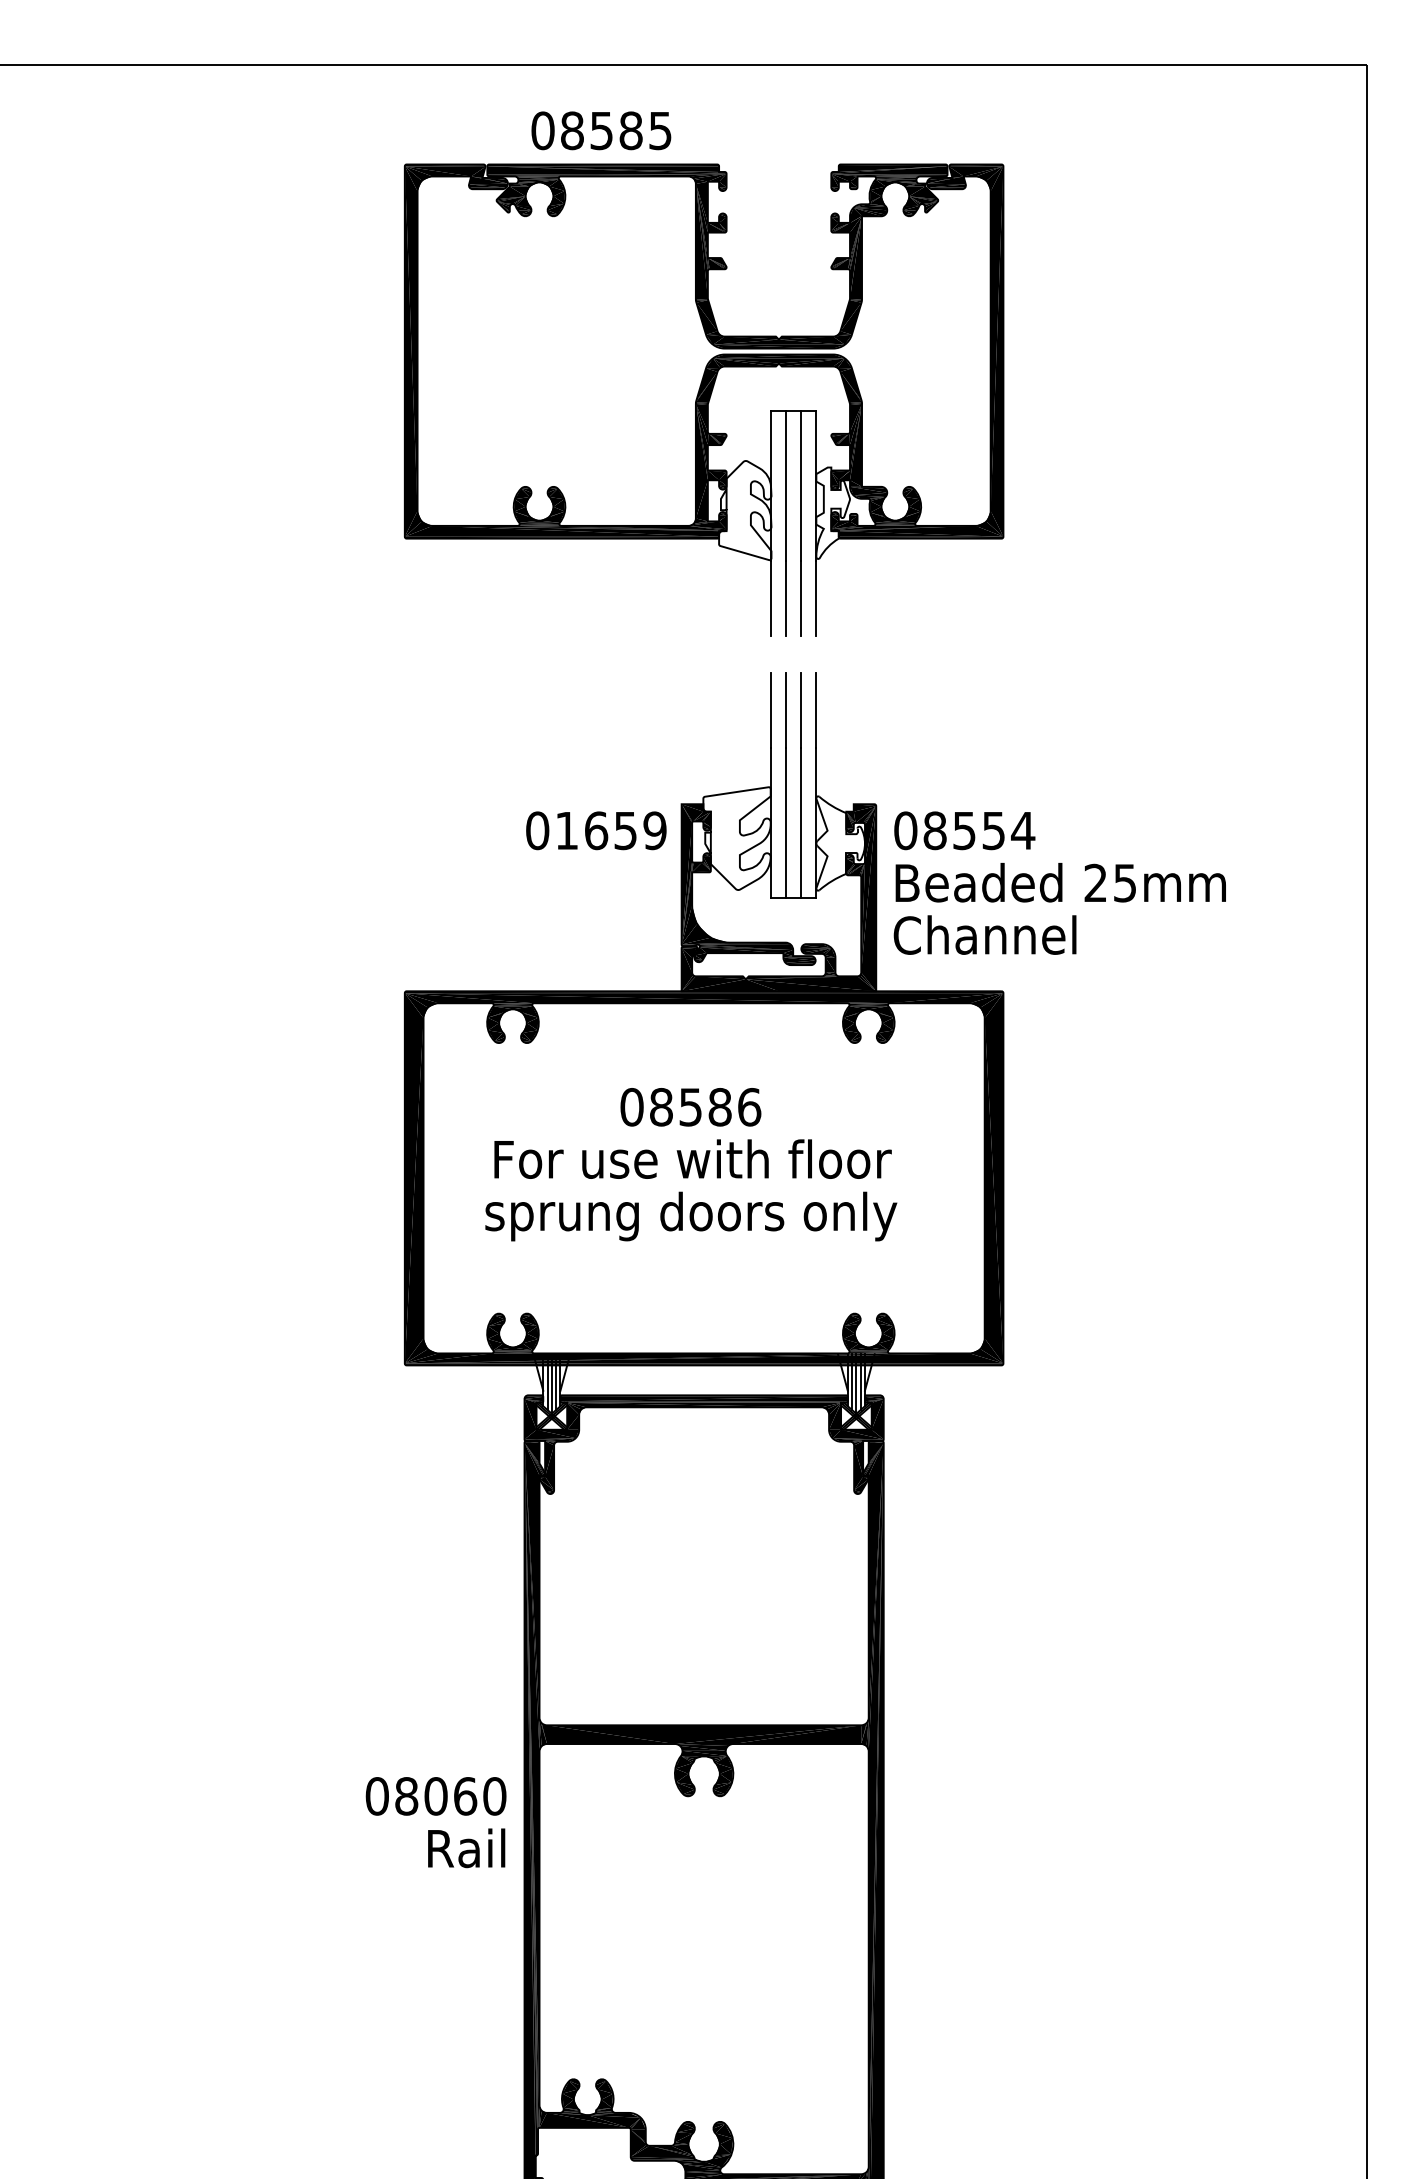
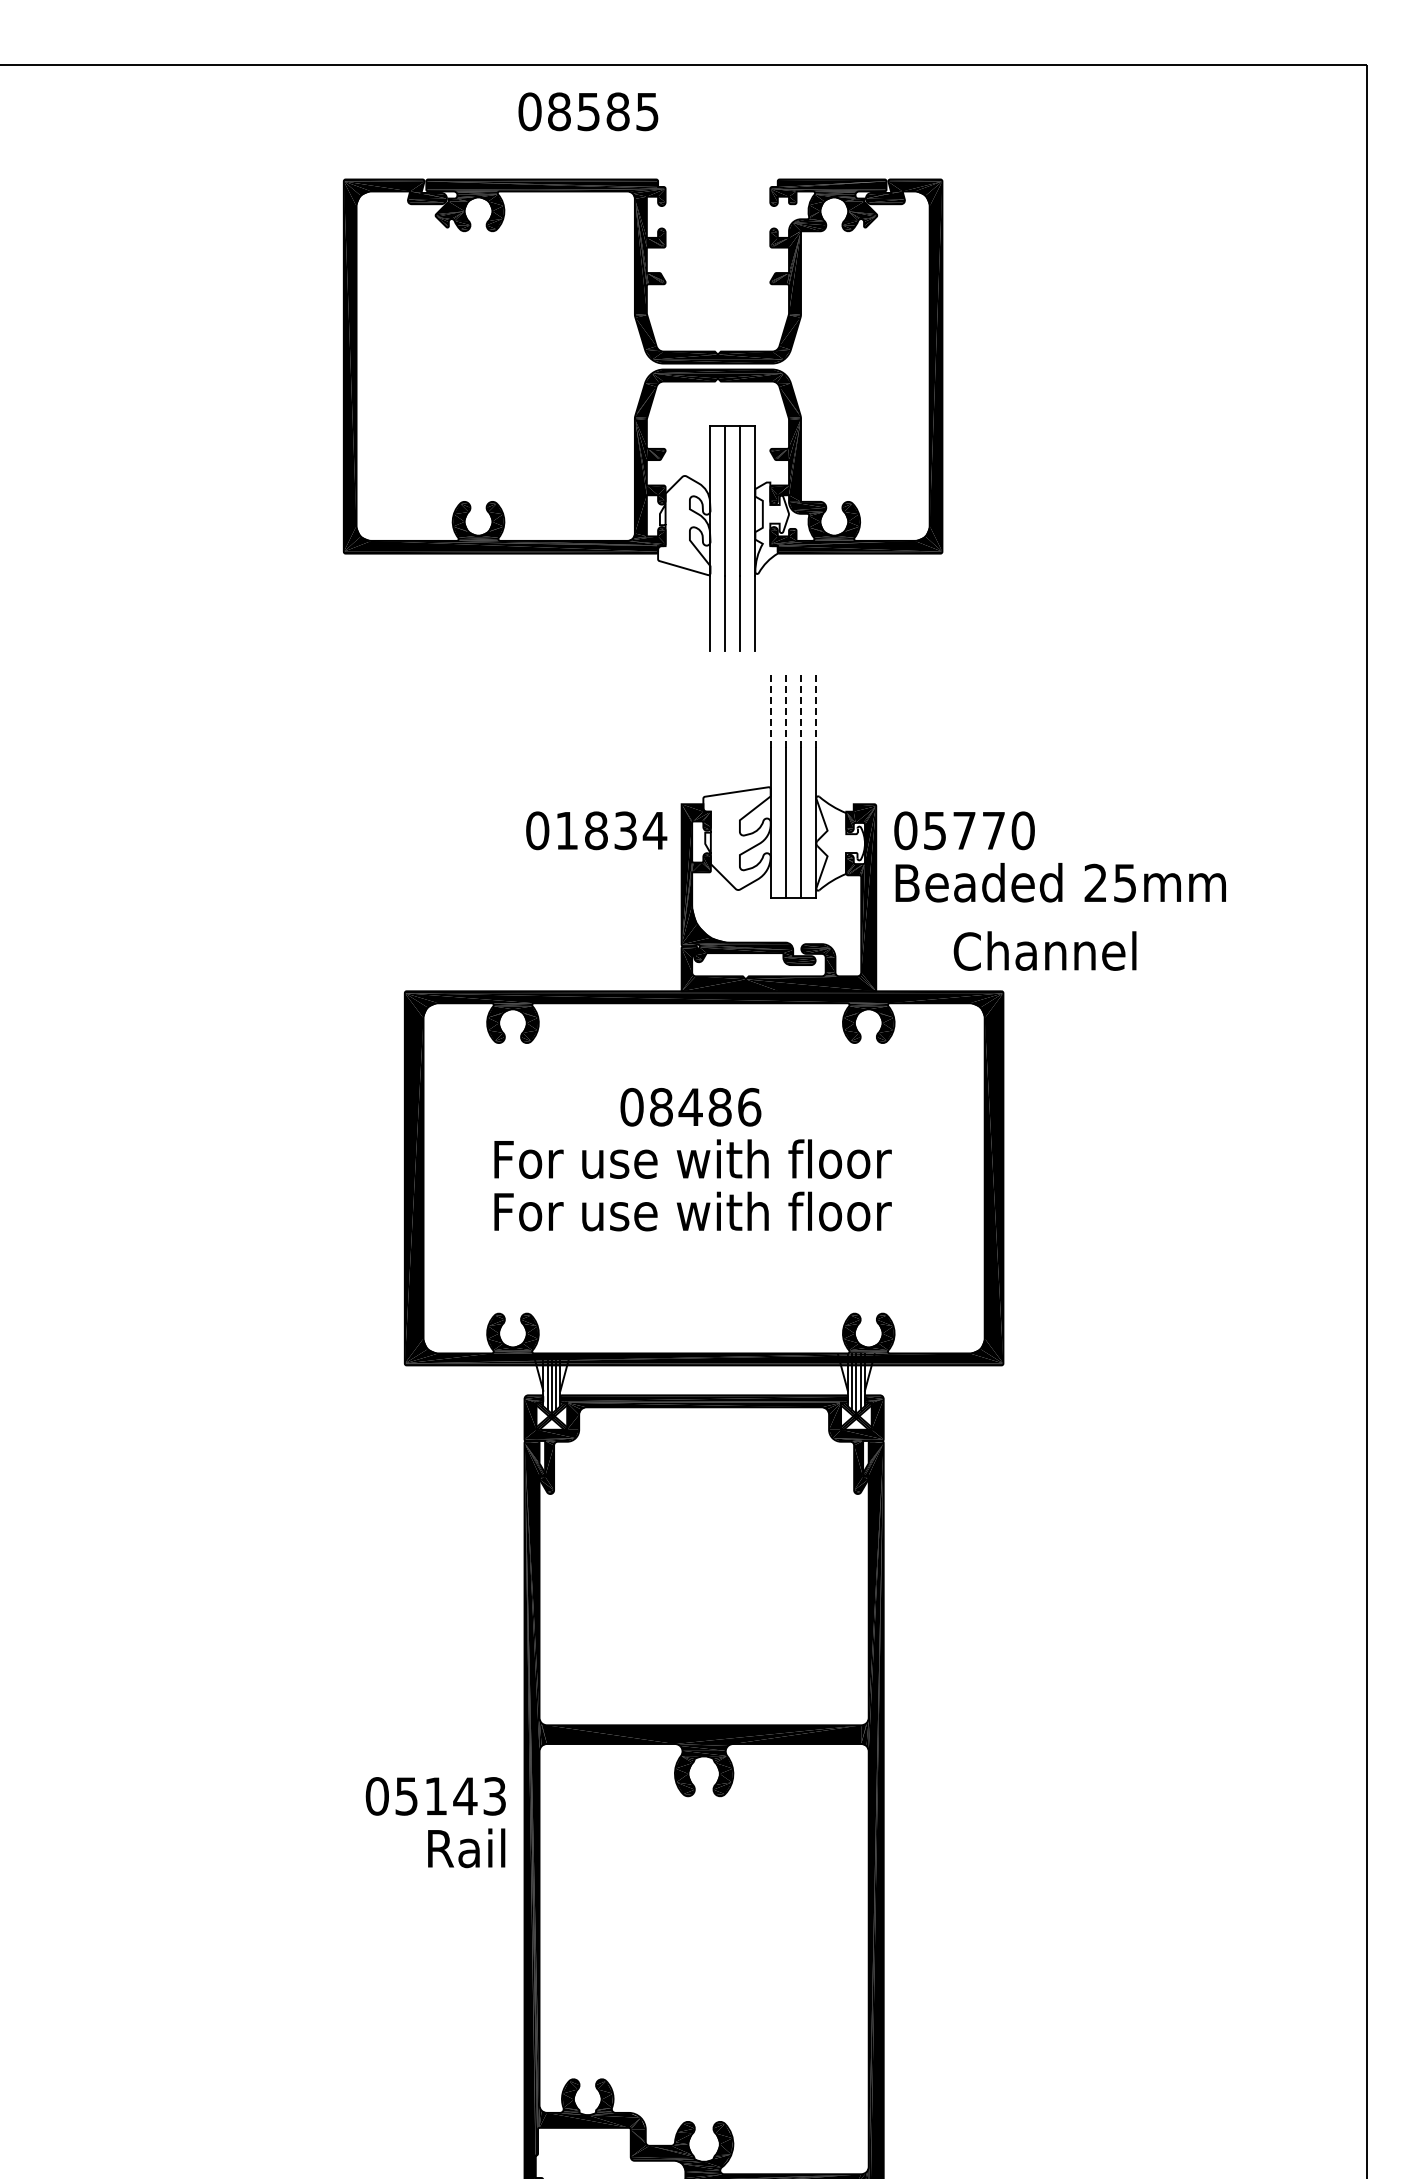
text at (601, 130) position: (601, 130) -> (588, 111)
part at (703, 399) position: (703, 399) -> (642, 414)
line at (771, 710): solid -> dashed
line at (786, 710): solid -> dashed
line at (801, 710): solid -> dashed
line at (816, 710): solid -> dashed
text at (626, 830): 01659 -> 01834
text at (979, 830): 08554 -> 05770
text at (984, 934) position: (984, 934) -> (1044, 950)
text at (690, 1107): 08586 -> 08486
text at (691, 1216): sprung doors only -> For use with floor
text at (450, 1796): 08060 -> 05143
